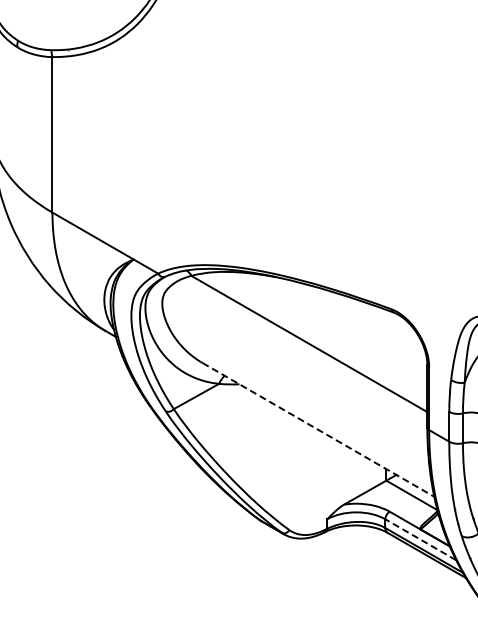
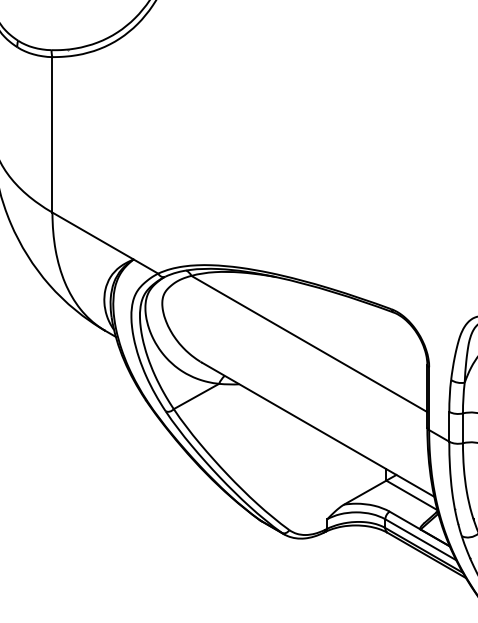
line at (318, 429): dashed -> solid
line at (420, 539): dashed -> solid
